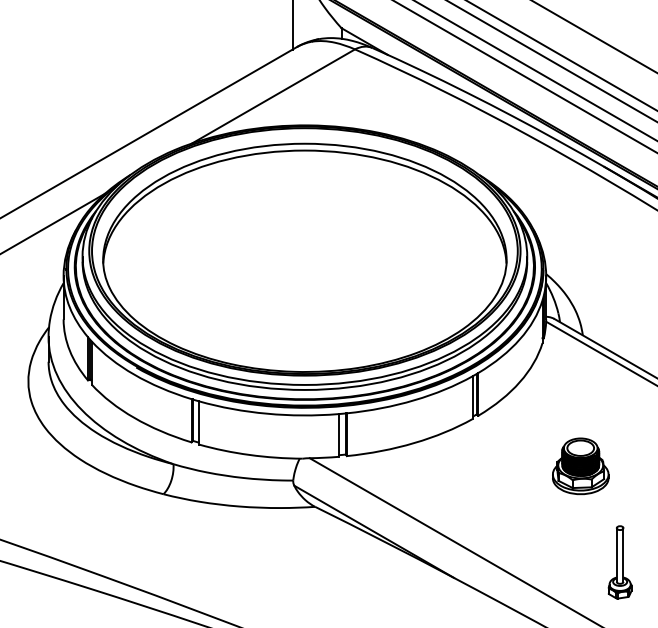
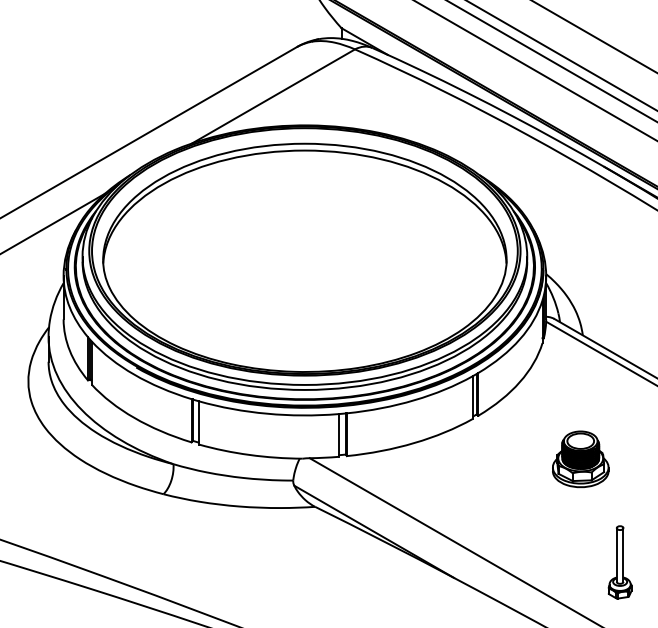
line at (292, 25): present -> none
line at (525, 76): present -> none
part at (580, 466) position: (580, 466) -> (580, 459)
